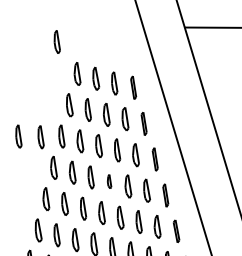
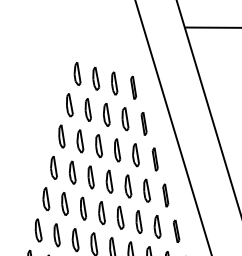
part at (56, 41): present -> none
part at (18, 136): present -> none
part at (40, 137): present -> none
part at (109, 181) size: 7x15 px -> 9x25 px
